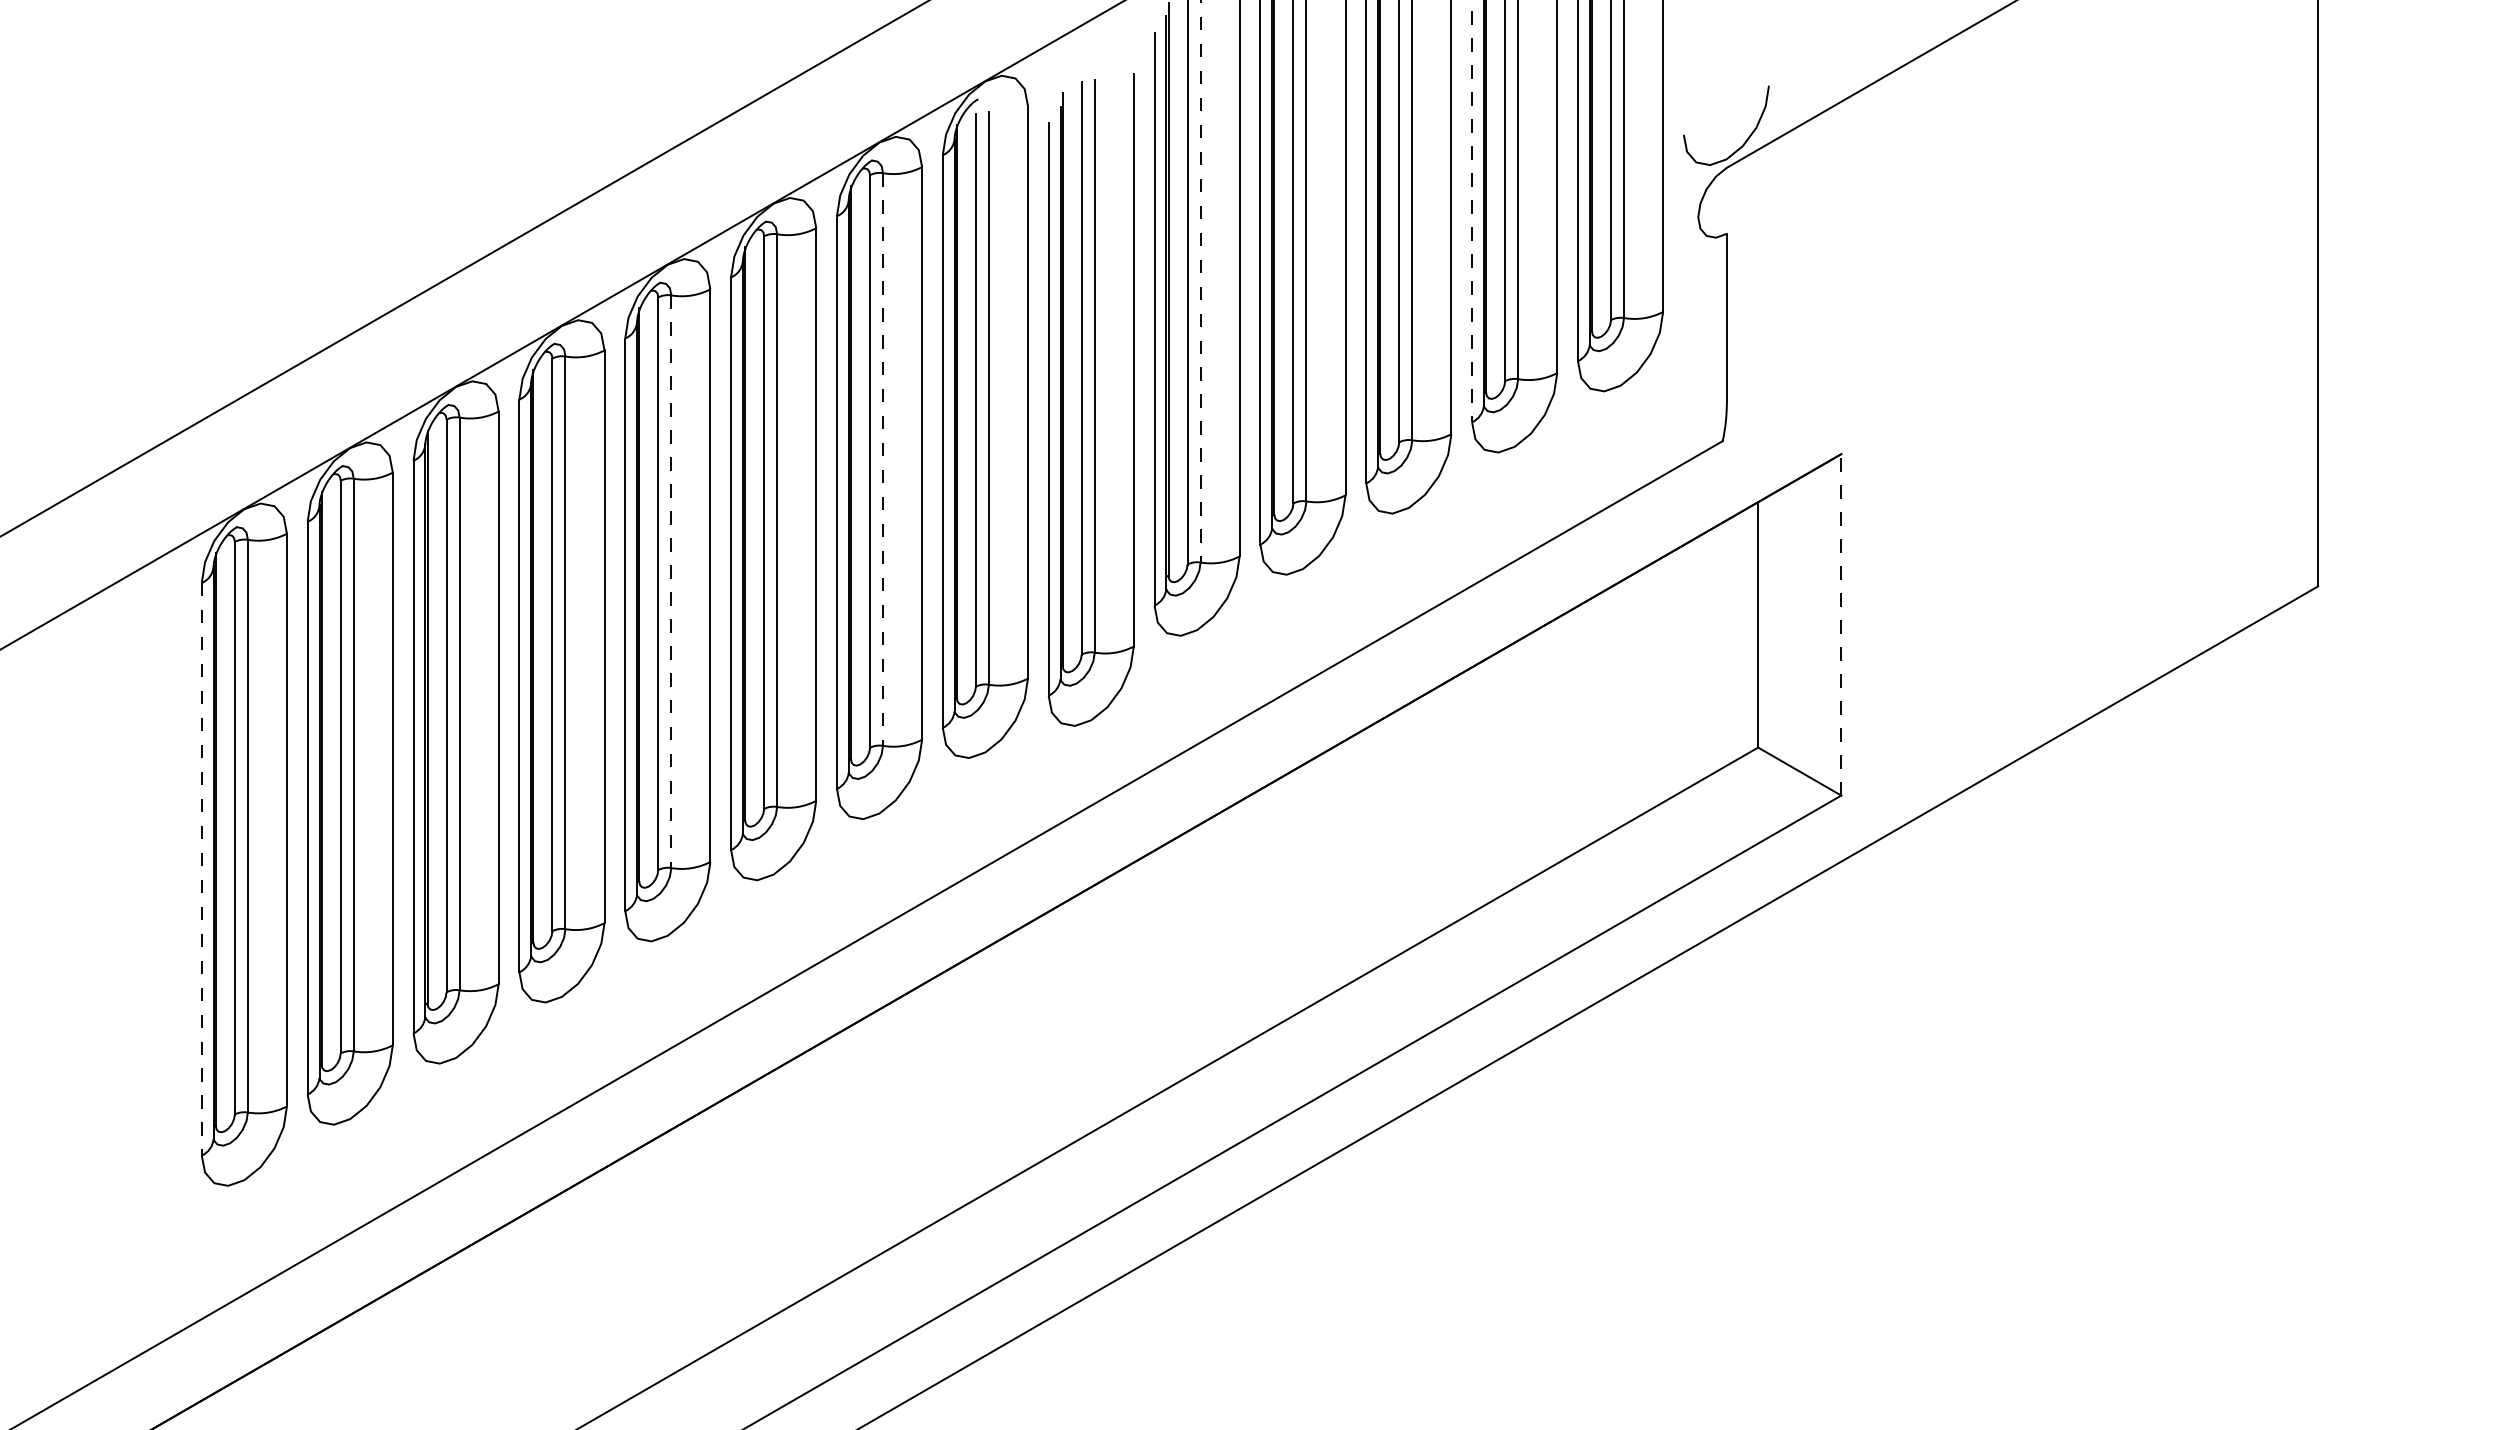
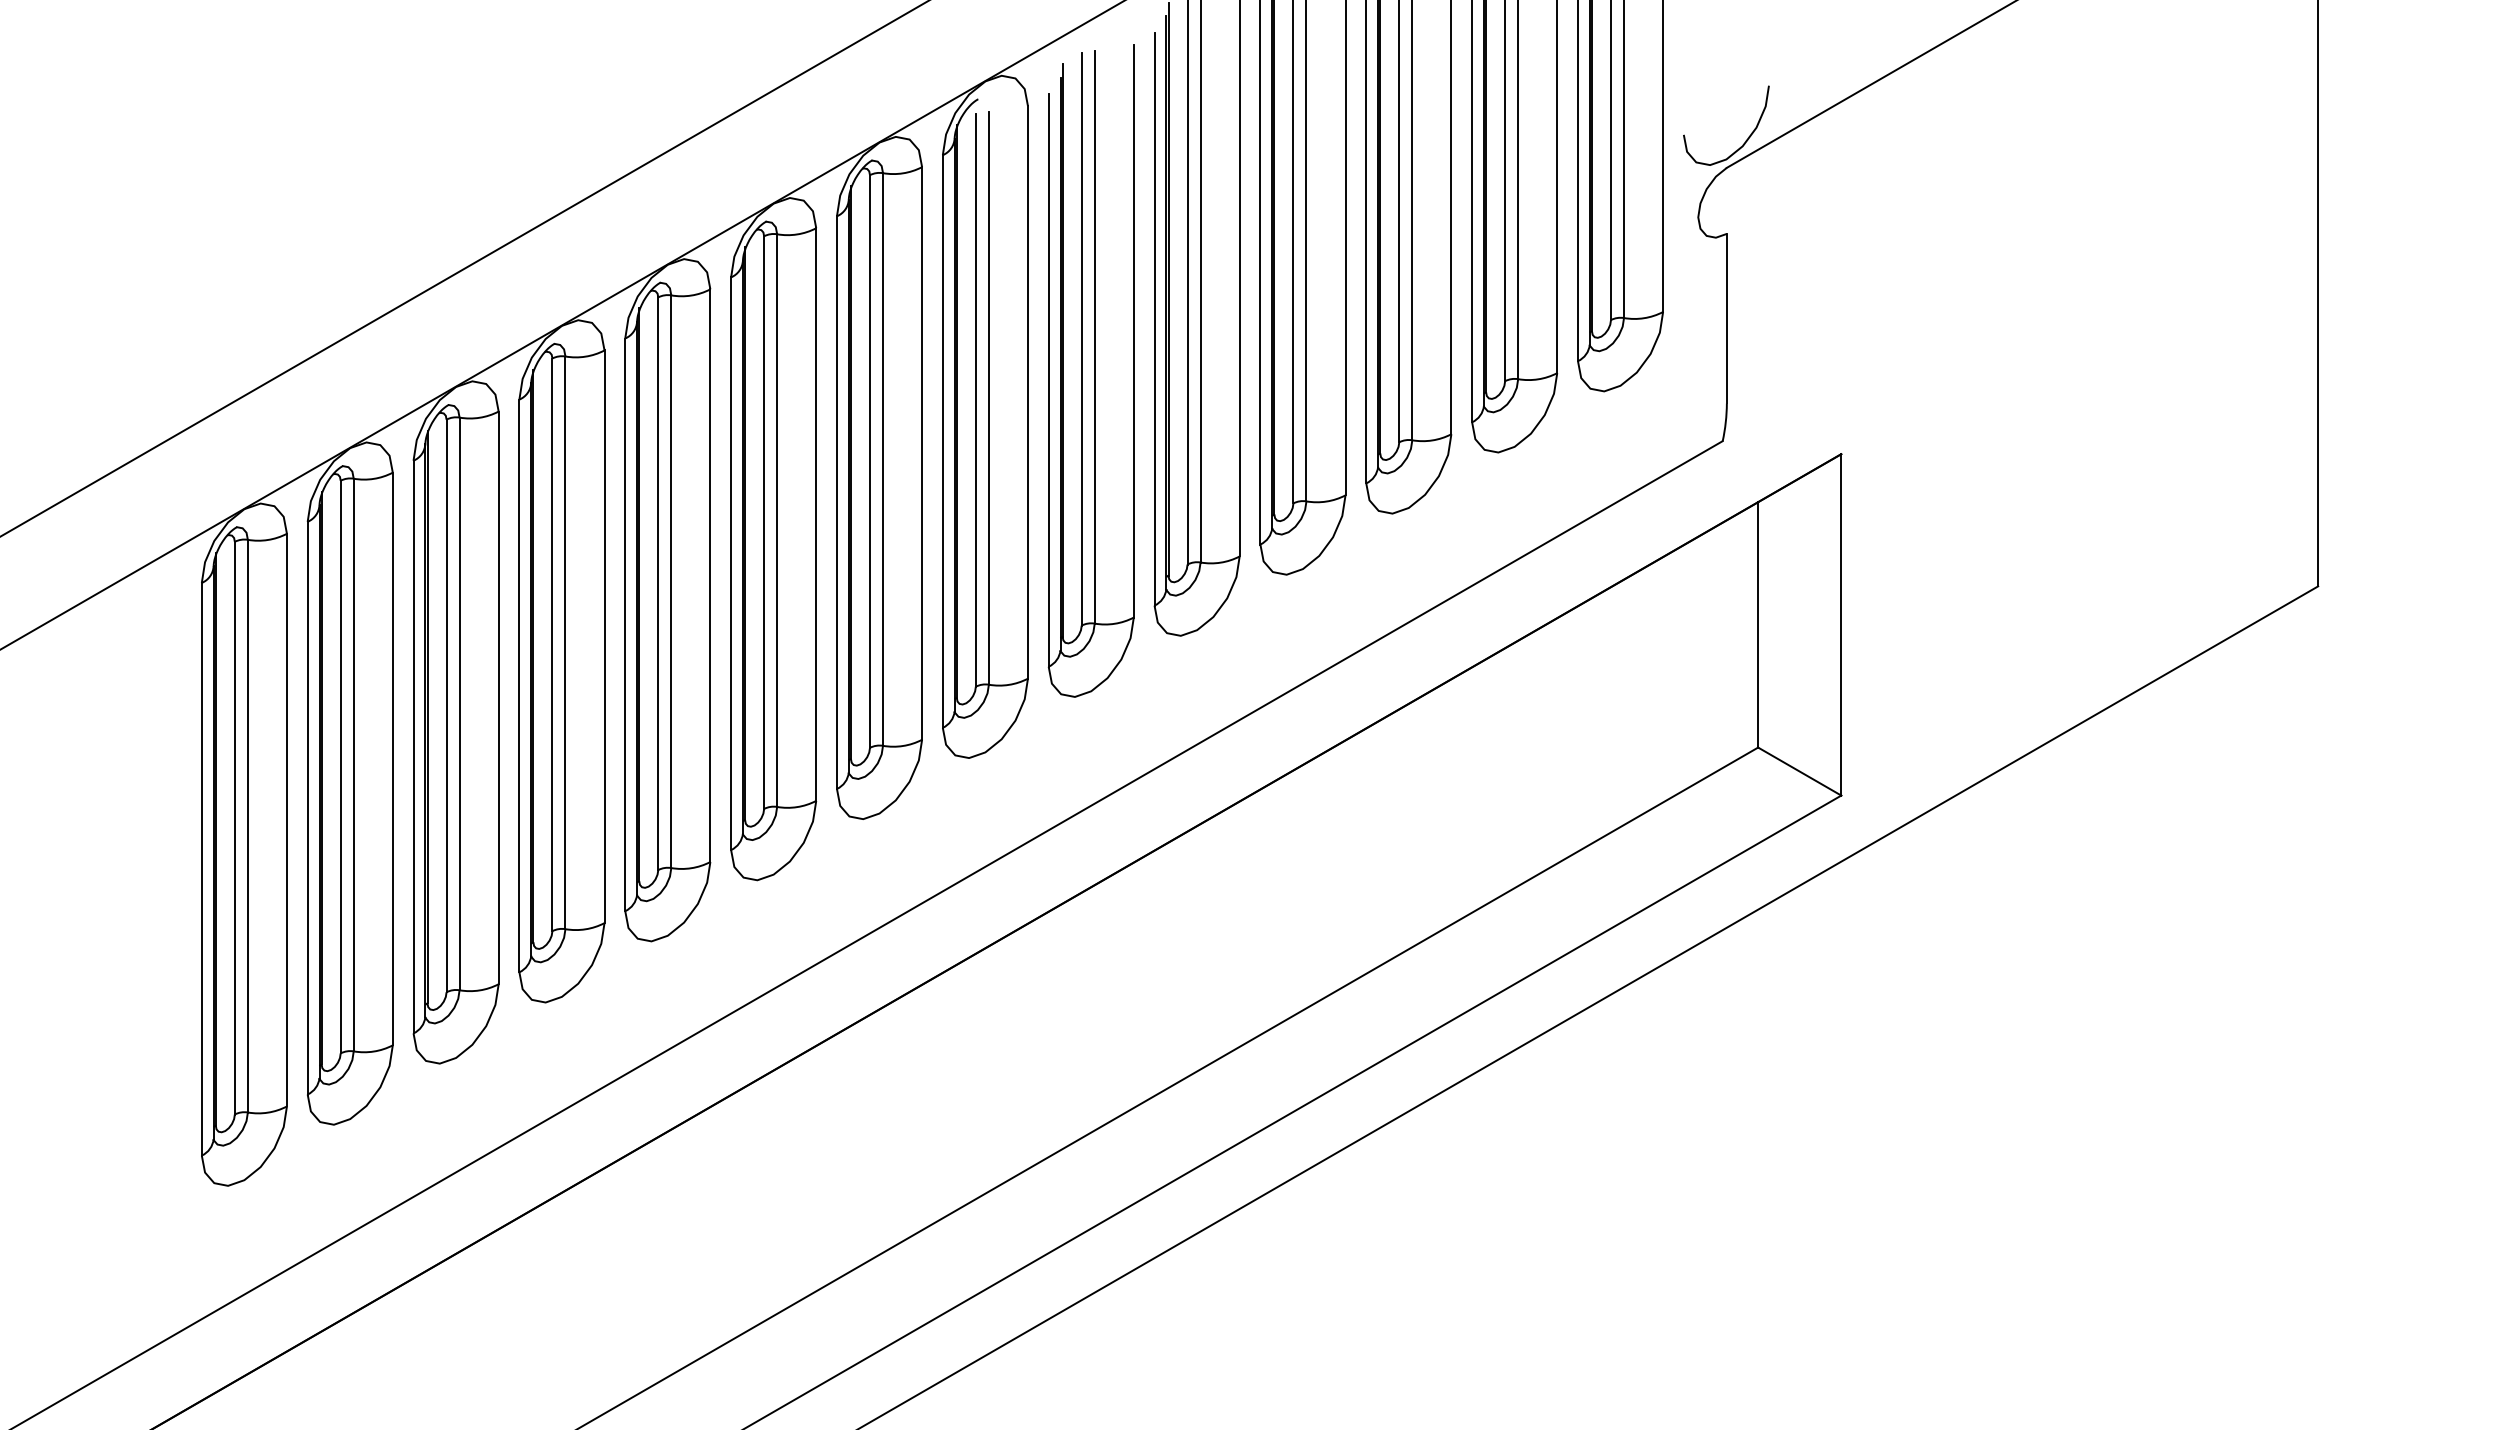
line at (1472, 211): dashed -> solid
line at (1200, 281): dashed -> solid
part at (1090, 399) position: (1090, 399) -> (1090, 370)
line at (883, 460): dashed -> solid
line at (671, 582): dashed -> solid
line at (1841, 624): dashed -> solid
line at (201, 869): dashed -> solid
